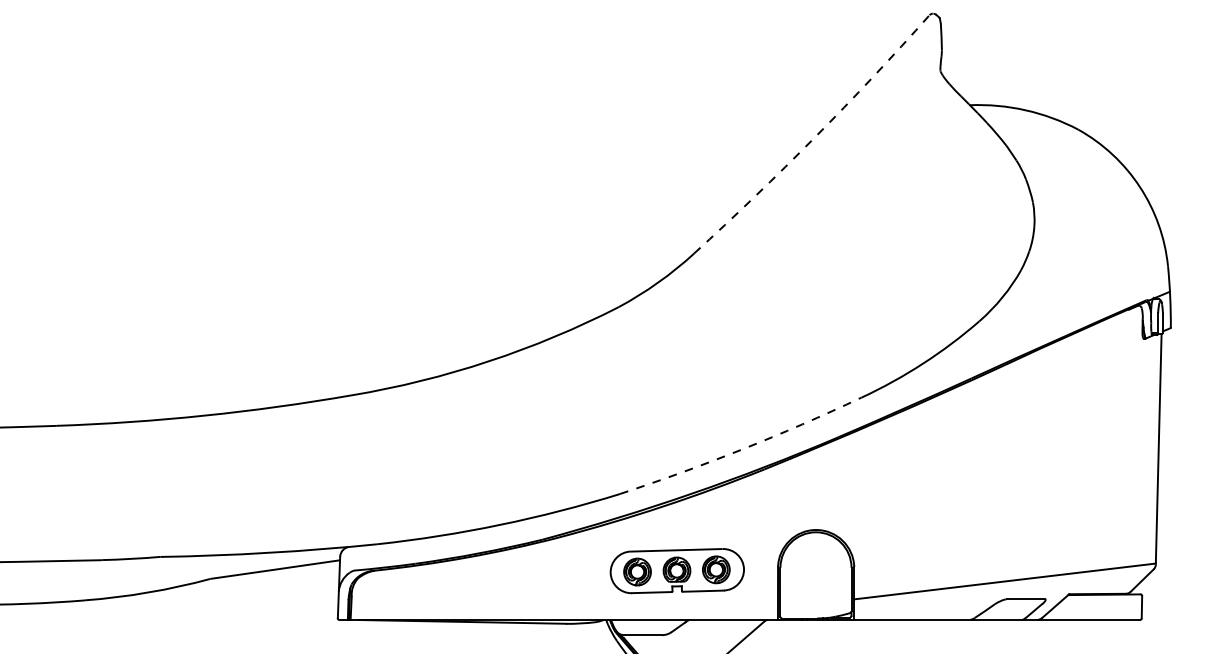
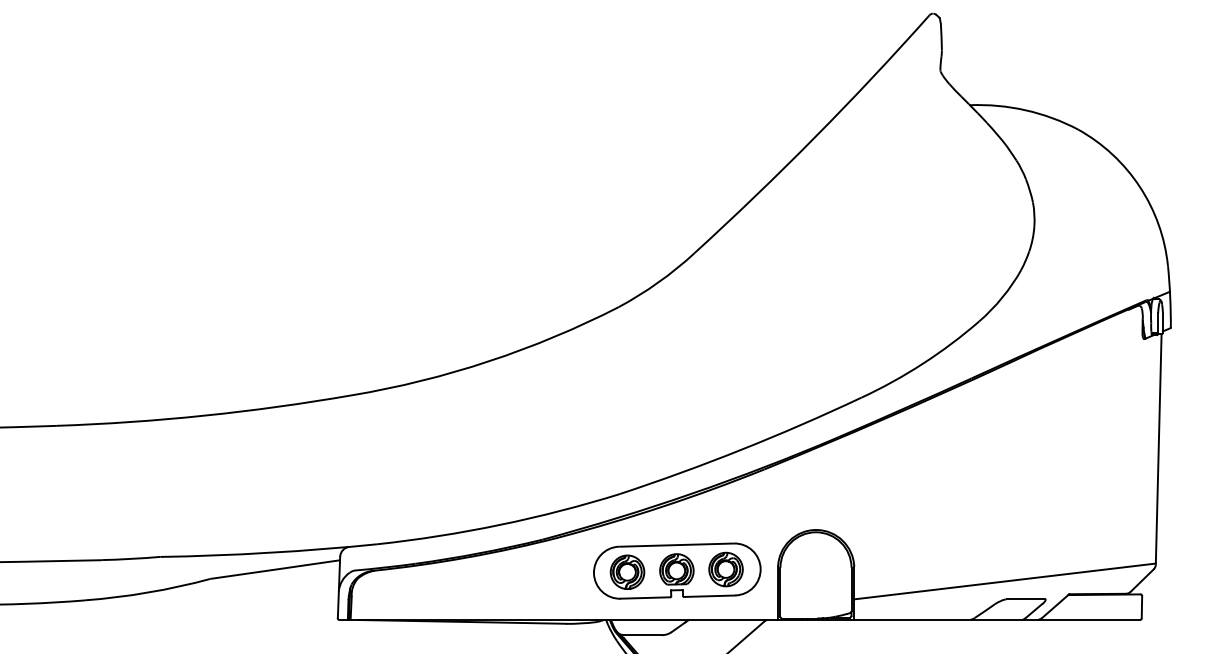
arc at (814, 137): dashed -> solid
arc at (742, 449): dashed -> solid
part at (676, 571) size: 136x47 px -> 169x58 px
